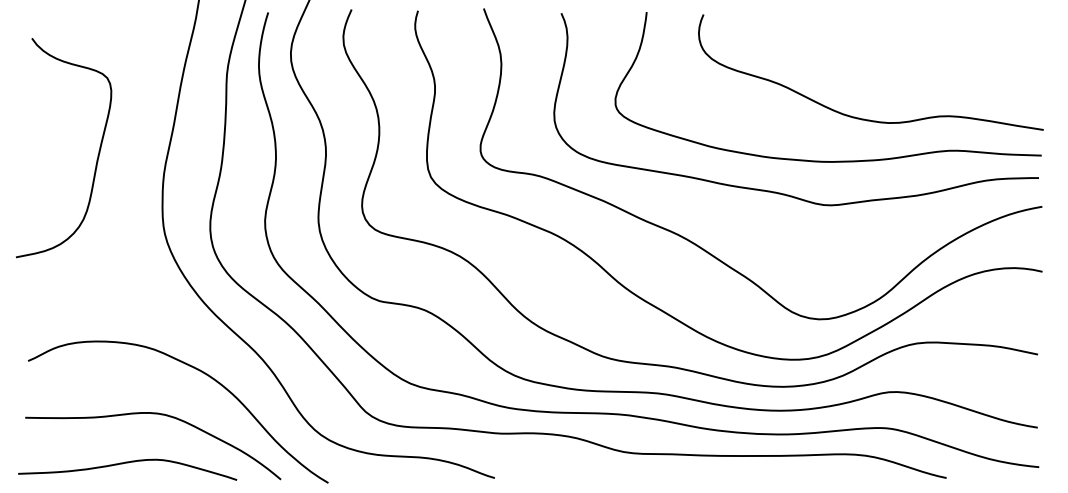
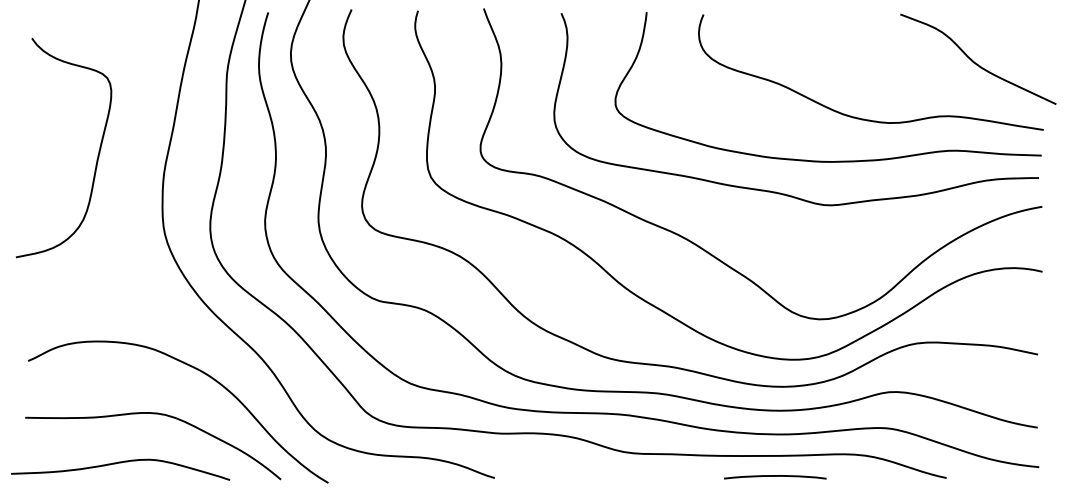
curve at (974, 61): none -> present
curve at (127, 463) position: (127, 463) -> (120, 463)
curve at (775, 476): none -> present
